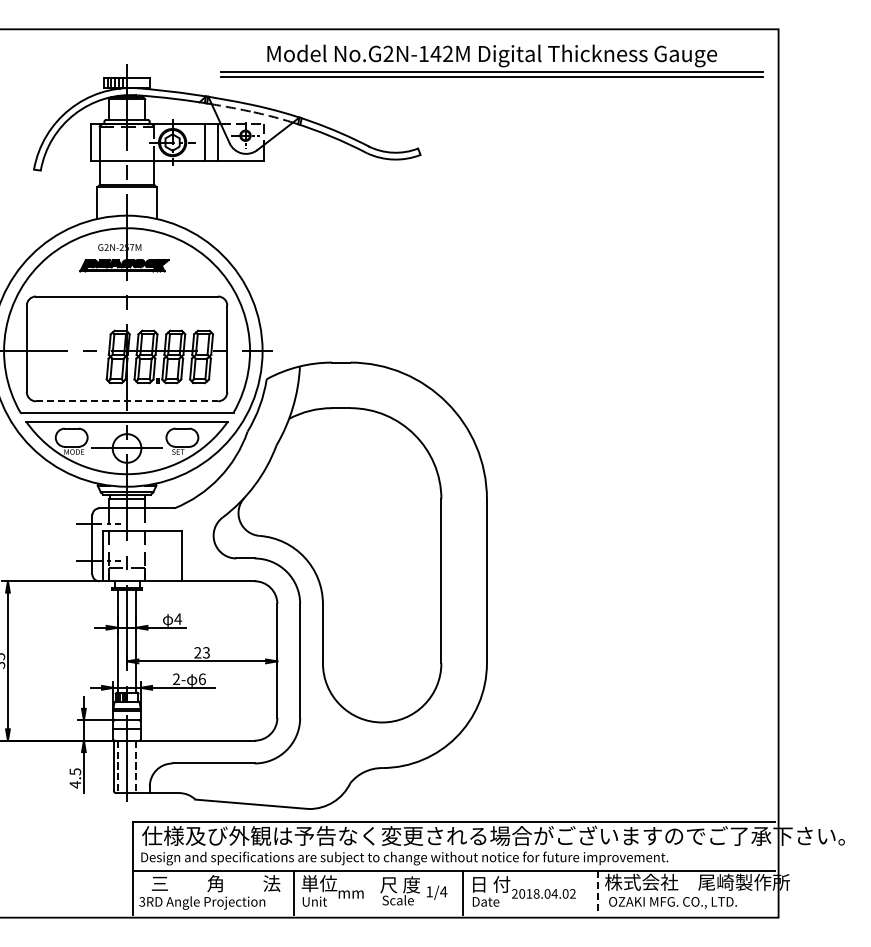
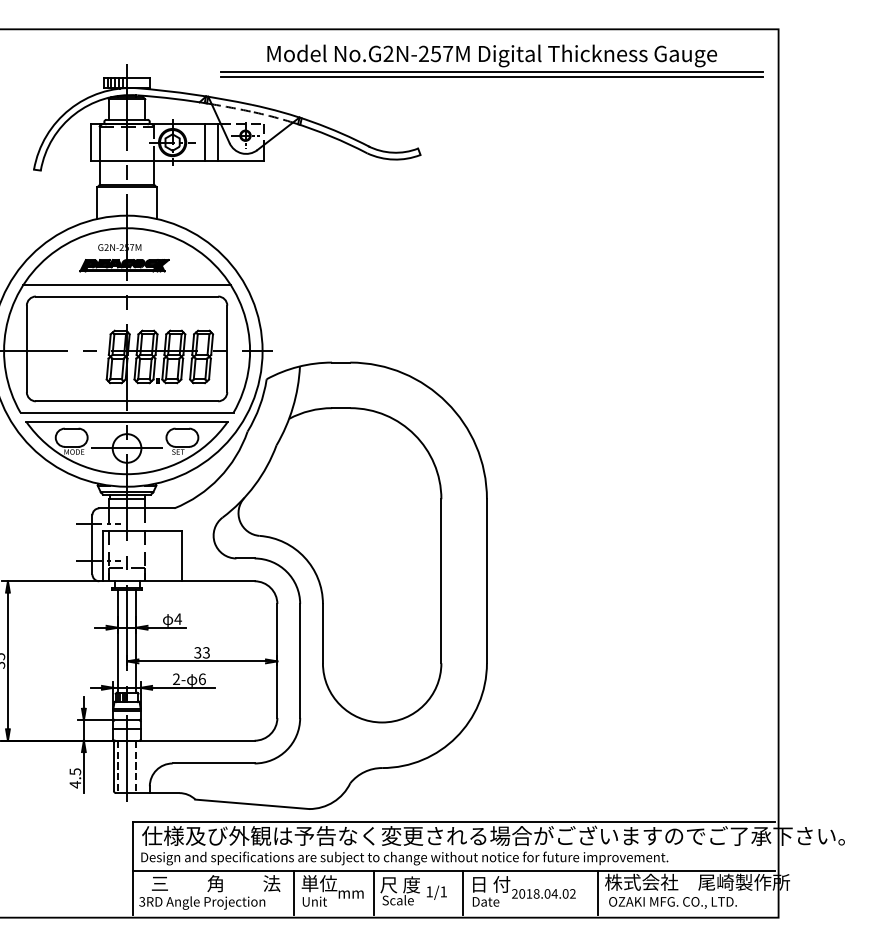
text at (436, 53): No.G2N-142M -> No.G2N-257M
line at (126, 285): none -> present
line at (127, 401): dashed -> solid
text at (197, 652): 23 -> 33
text at (443, 891): 1/4 -> 1/1
line at (373, 892): none -> present
line at (598, 892): dashed -> solid
